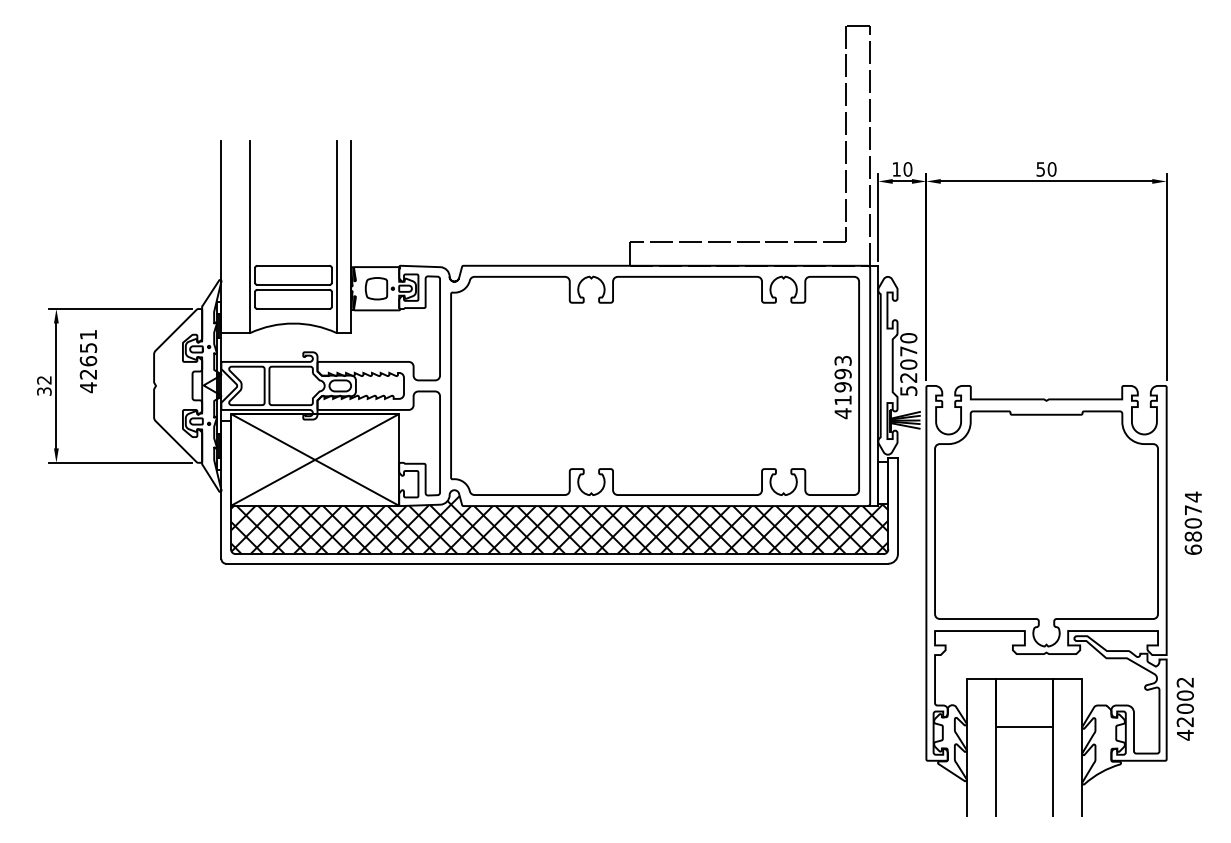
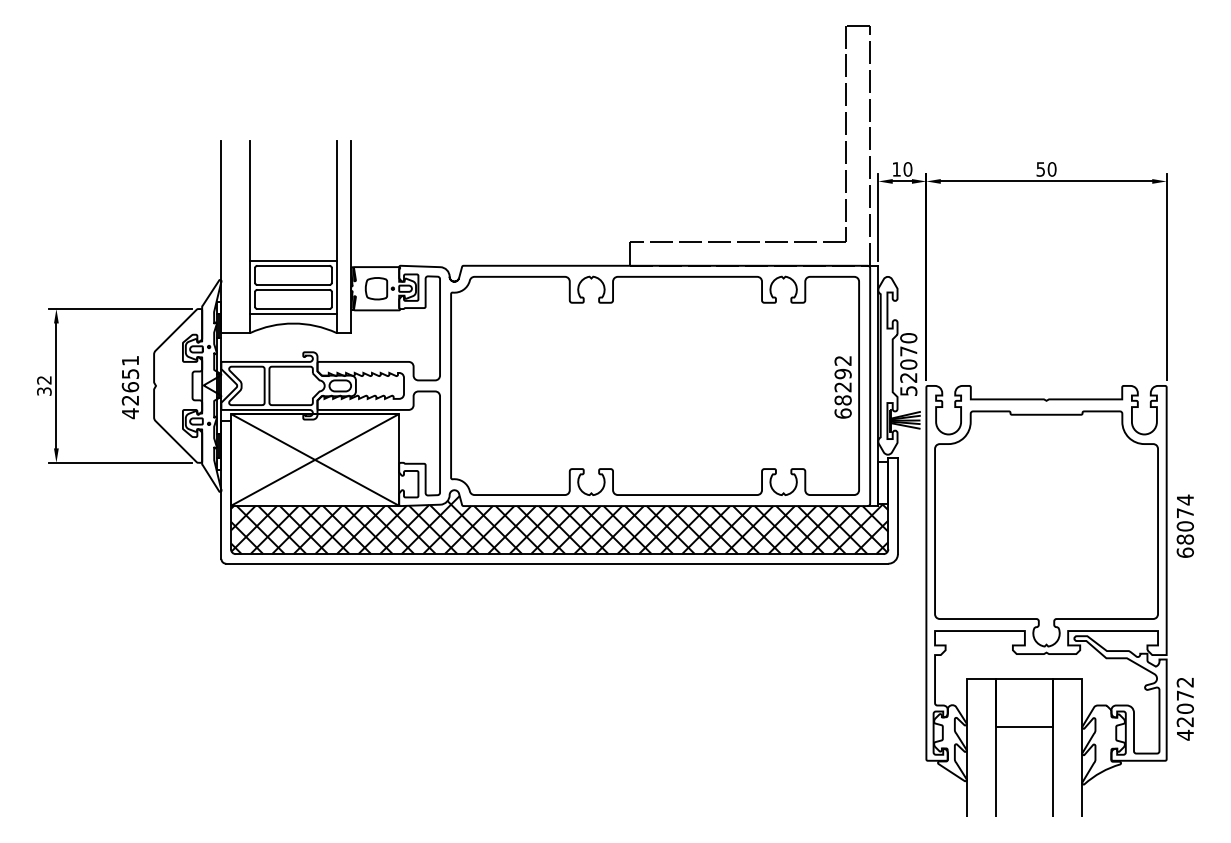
line at (293, 260): none -> present
line at (293, 313): none -> present
text at (88, 361) position: (88, 361) -> (130, 387)
text at (842, 387): 41993 -> 68292
text at (1192, 522) position: (1192, 522) -> (1184, 525)
text at (1184, 695): 42002 -> 42072
